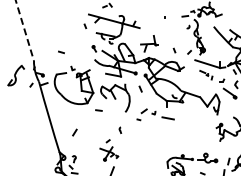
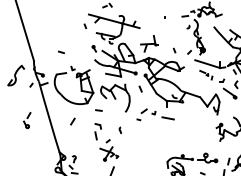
line at (25, 31): dashed -> solid
part at (27, 120): none -> present
part at (97, 131): none -> present
line at (74, 132) position: (74, 132) -> (72, 121)
